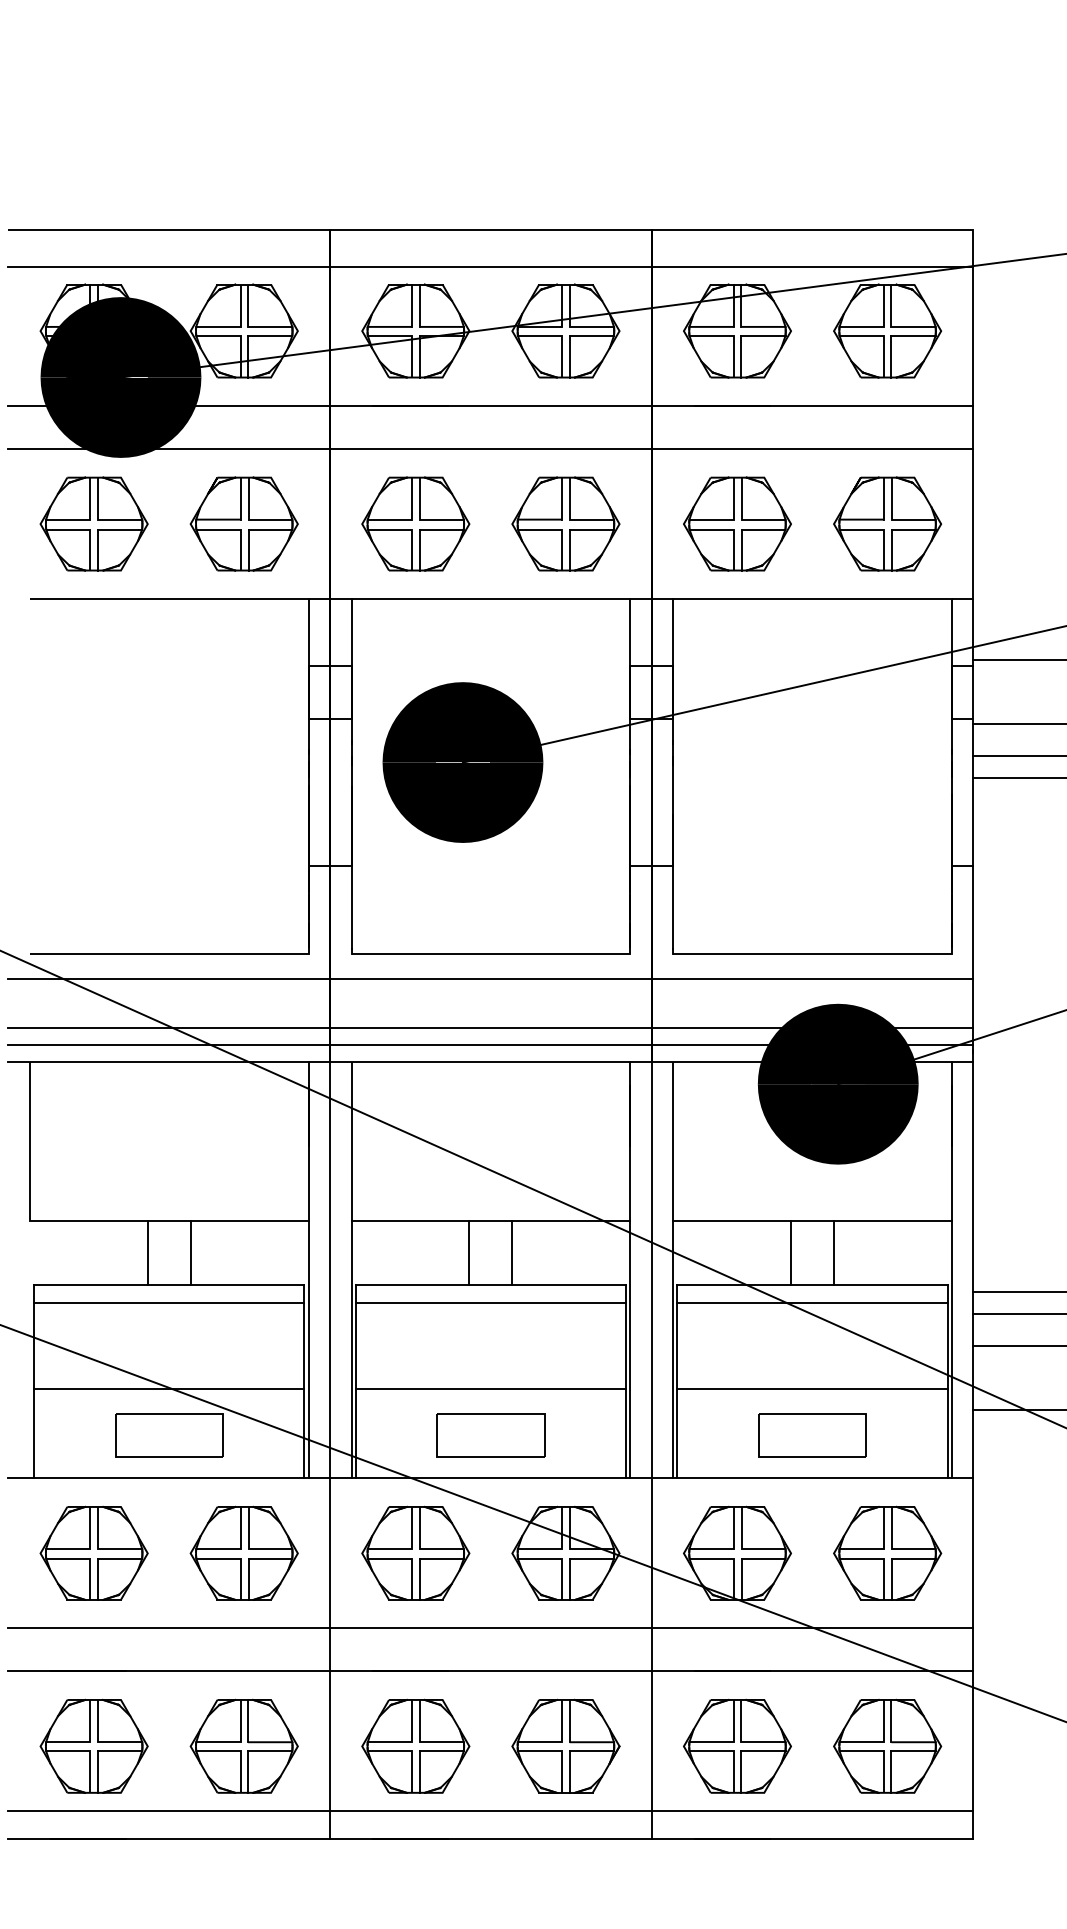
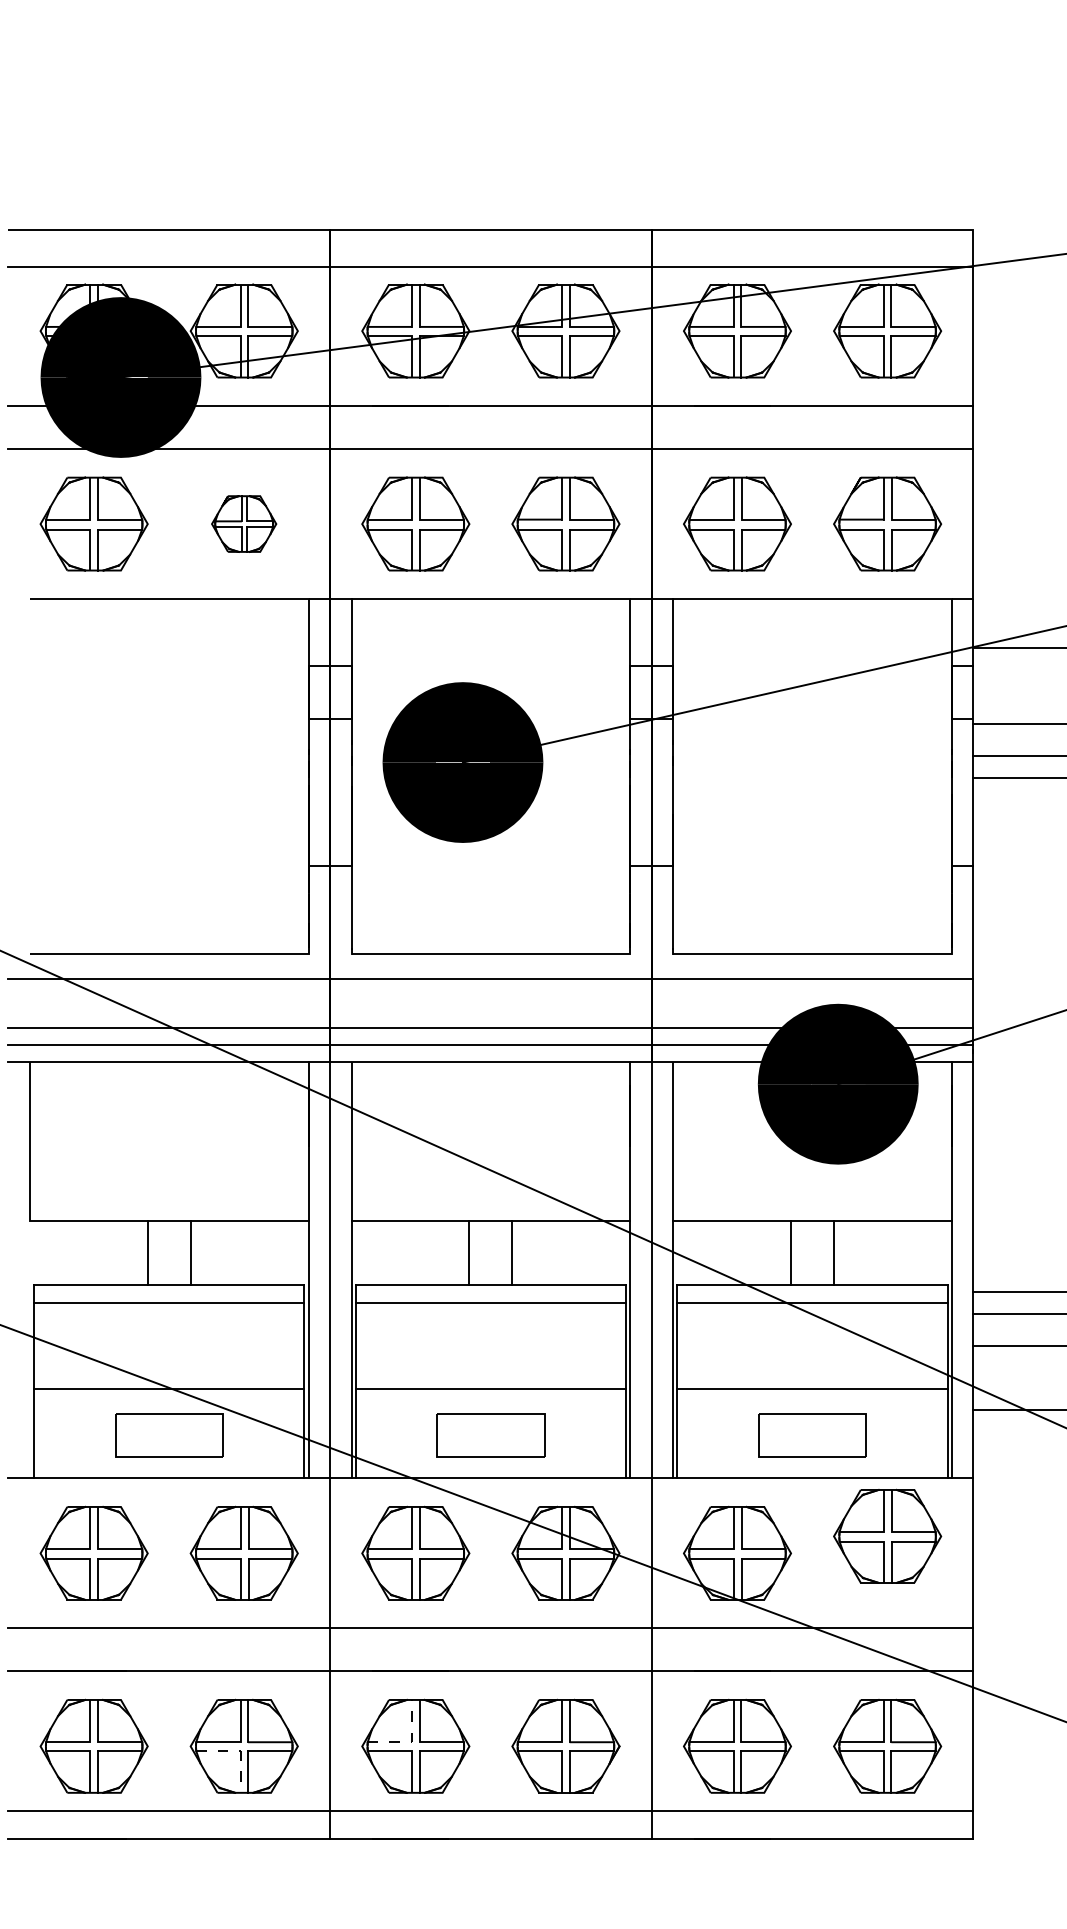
part at (243, 523) size: 110x96 px -> 67x58 px
line at (1018, 659) position: (1018, 659) -> (1018, 647)
part at (887, 1552) position: (887, 1552) -> (887, 1535)
line at (412, 1742): solid -> dashed
line at (239, 1751): solid -> dashed
